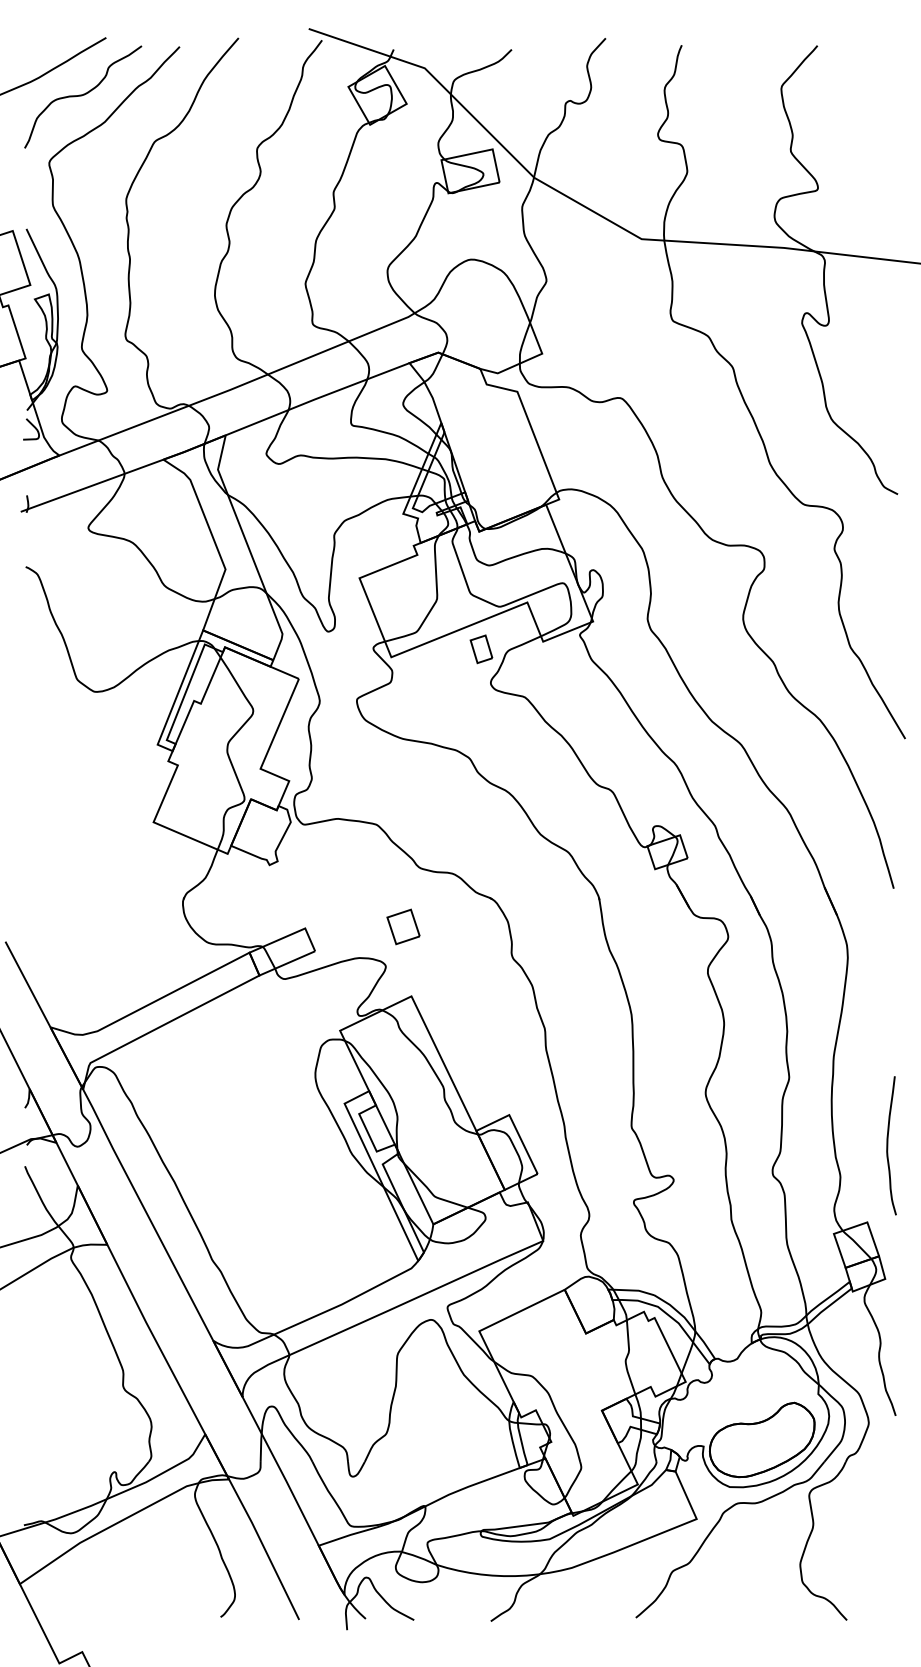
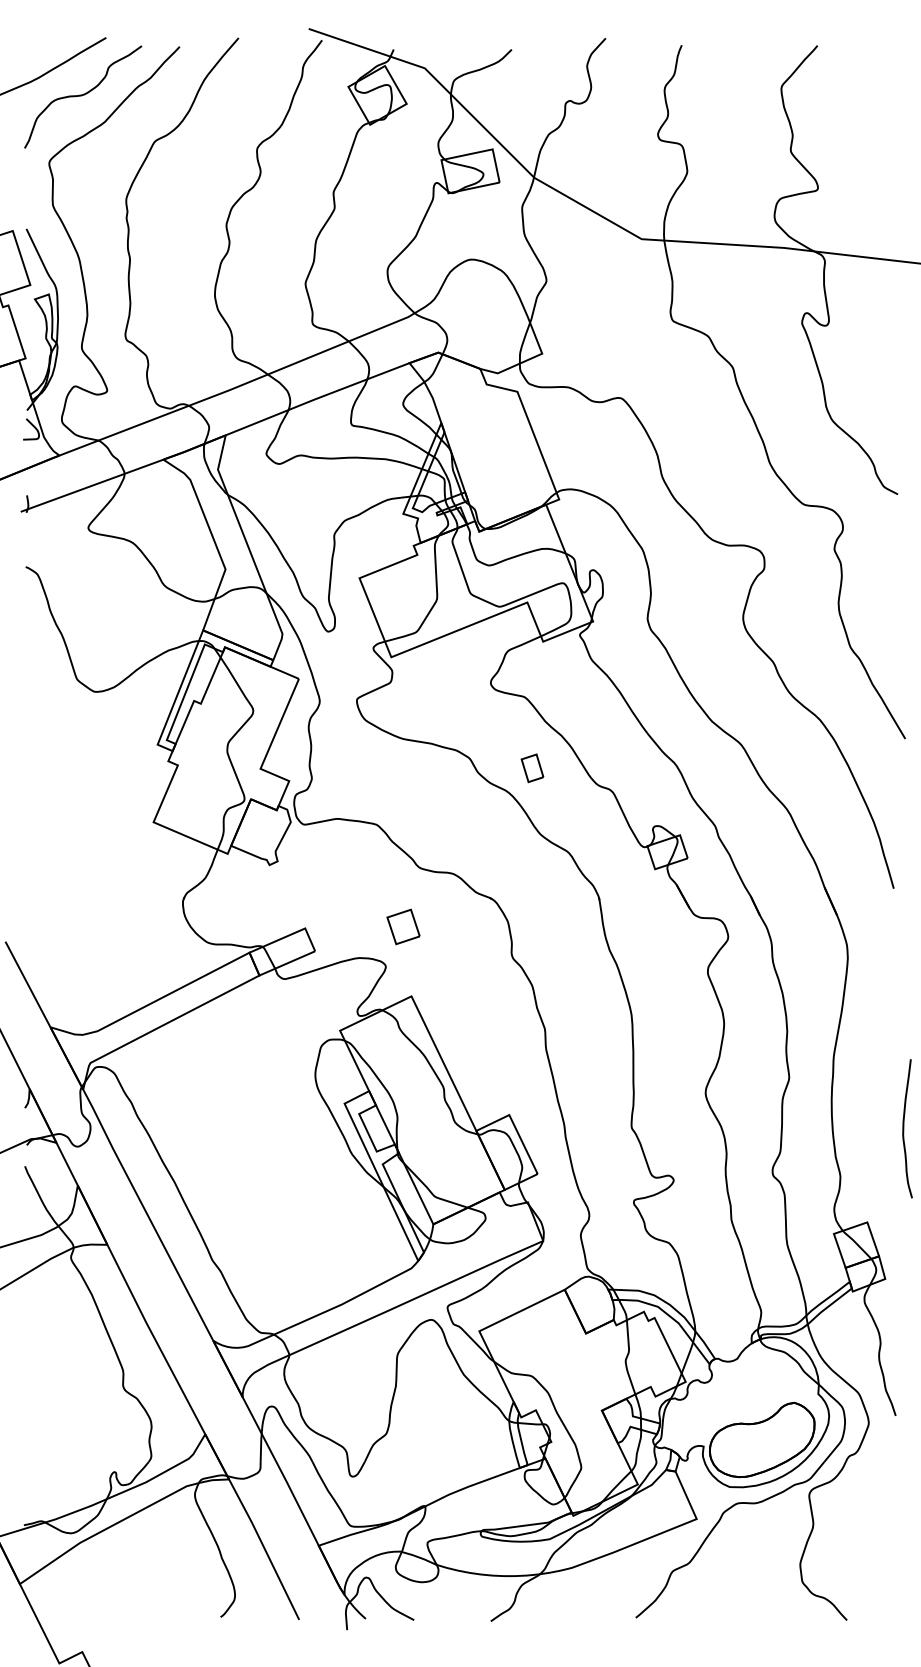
part at (481, 649) position: (481, 649) -> (532, 768)
curve at (888, 1145) position: (888, 1145) -> (904, 1128)
